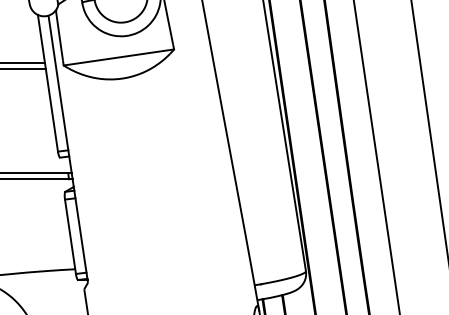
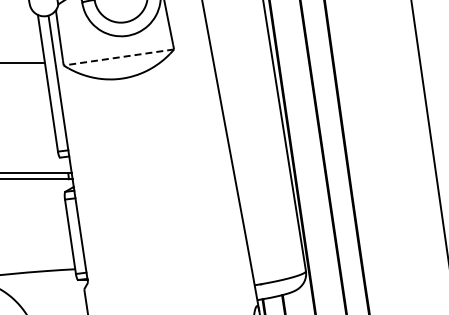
line at (118, 57): solid -> dashed
line at (23, 69): present -> none
line at (376, 156): present -> none
